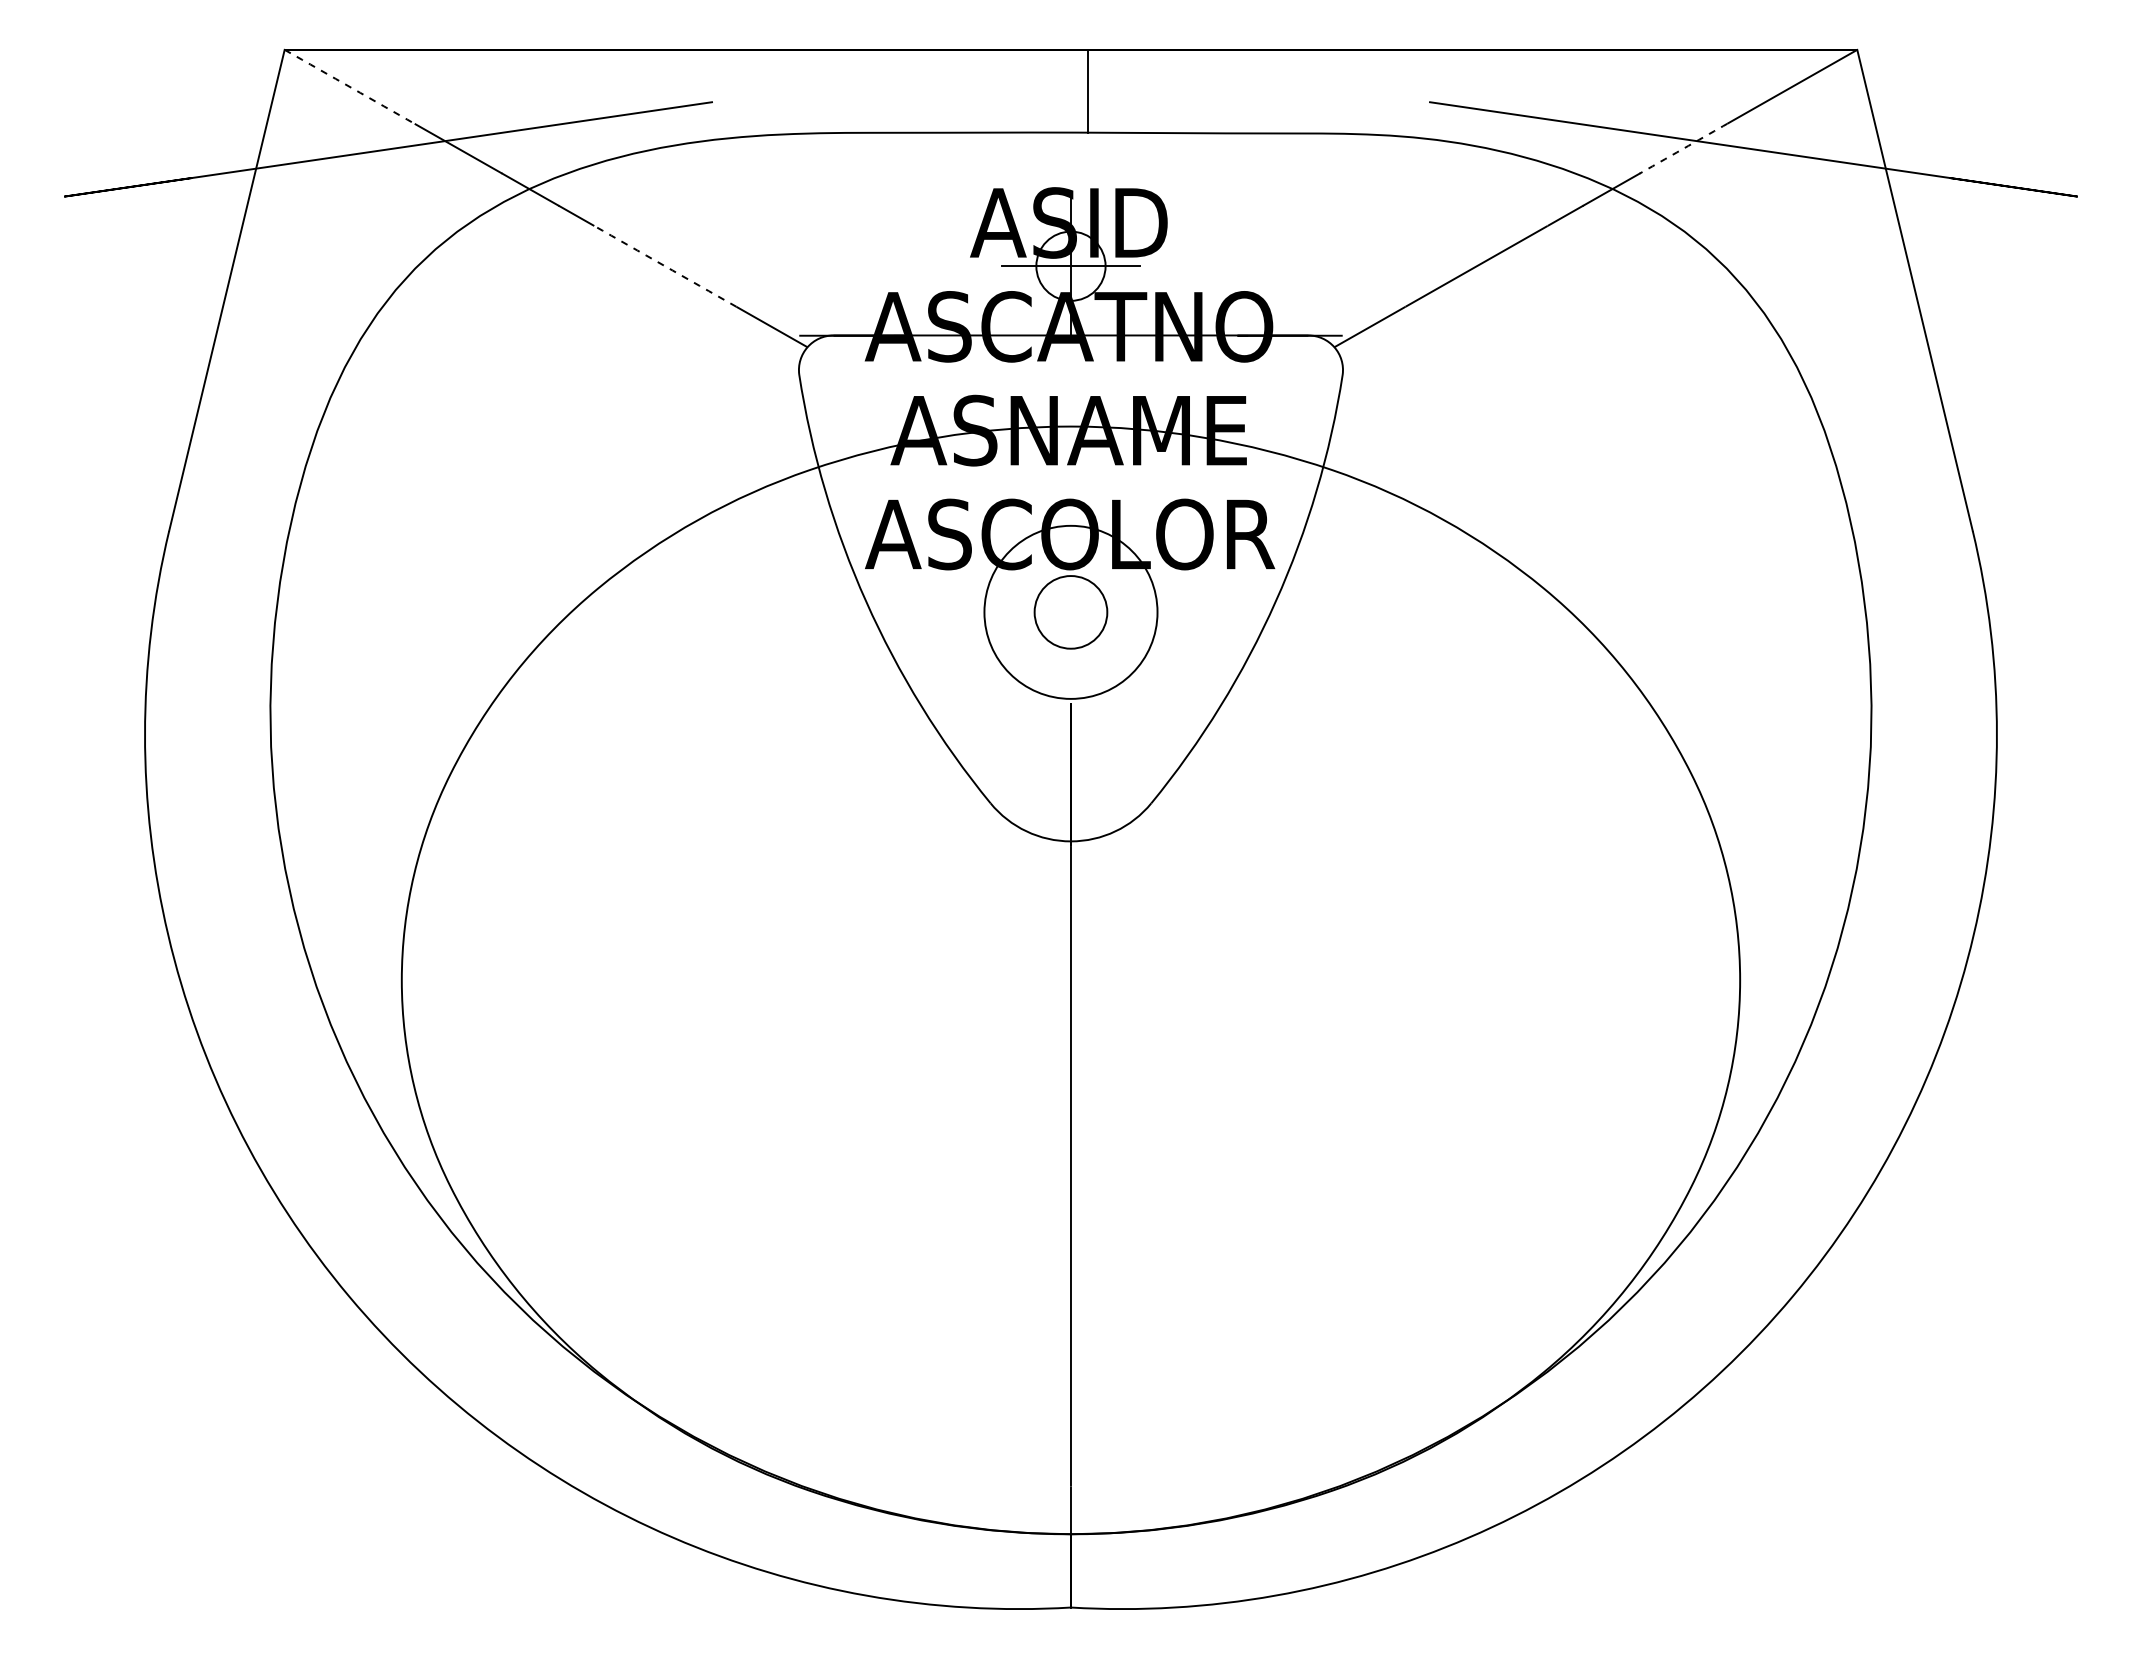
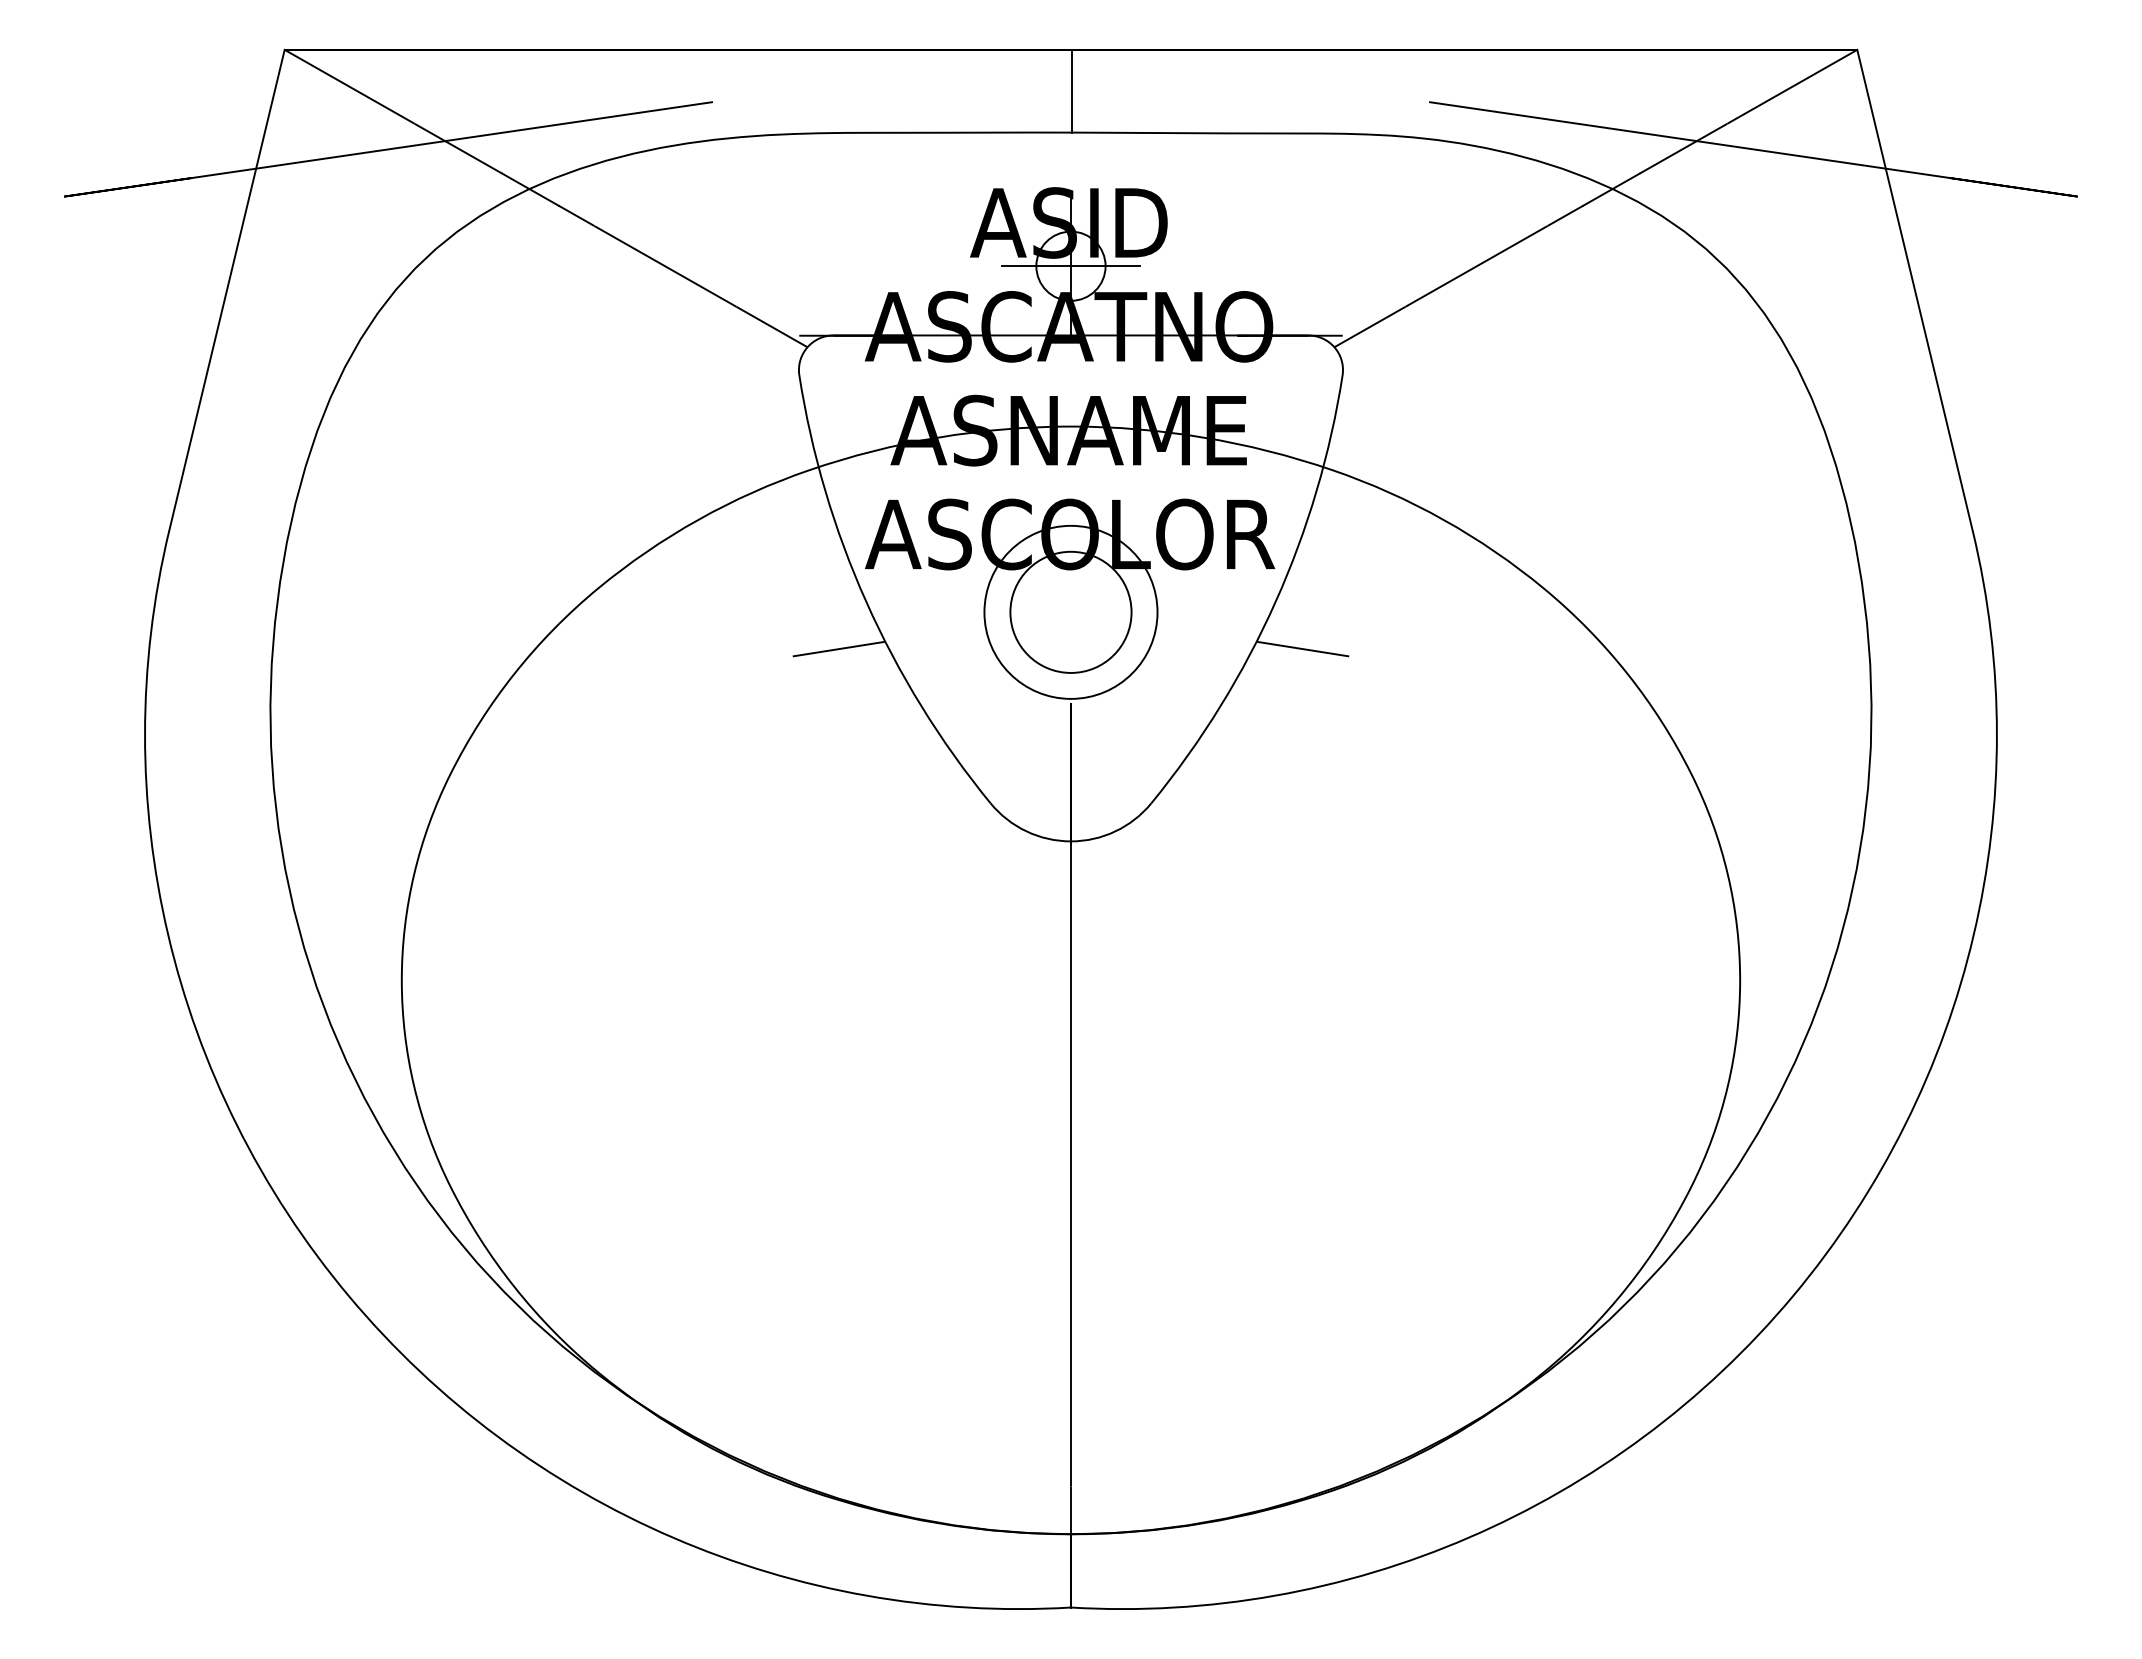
arc at (350, 87): dashed -> solid
line at (1087, 90) position: (1087, 90) -> (1071, 90)
arc at (1683, 148): dashed -> solid
arc at (664, 265): dashed -> solid
circle at (1070, 612) diameter: 73 px -> 121 px
line at (838, 648): none -> present
line at (1302, 648): none -> present
